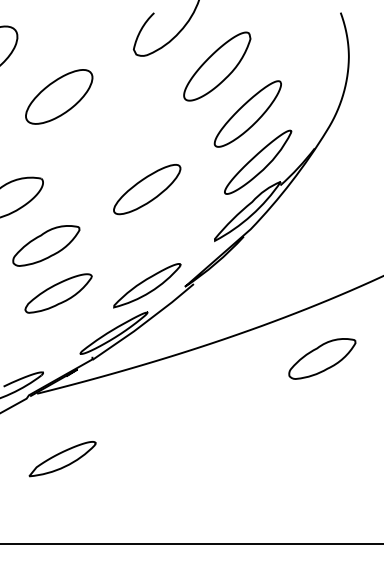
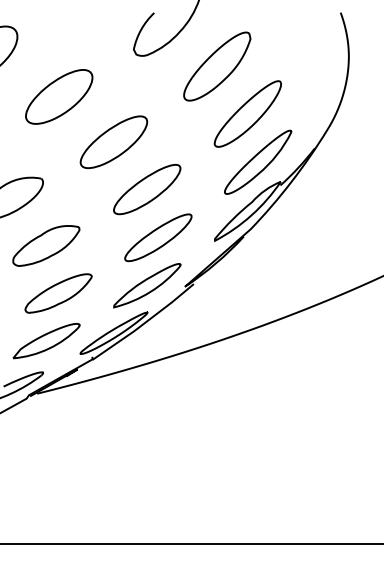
part at (113, 141): none -> present
part at (158, 237): none -> present
part at (322, 358): present -> none
part at (62, 459) position: (62, 459) -> (46, 341)
